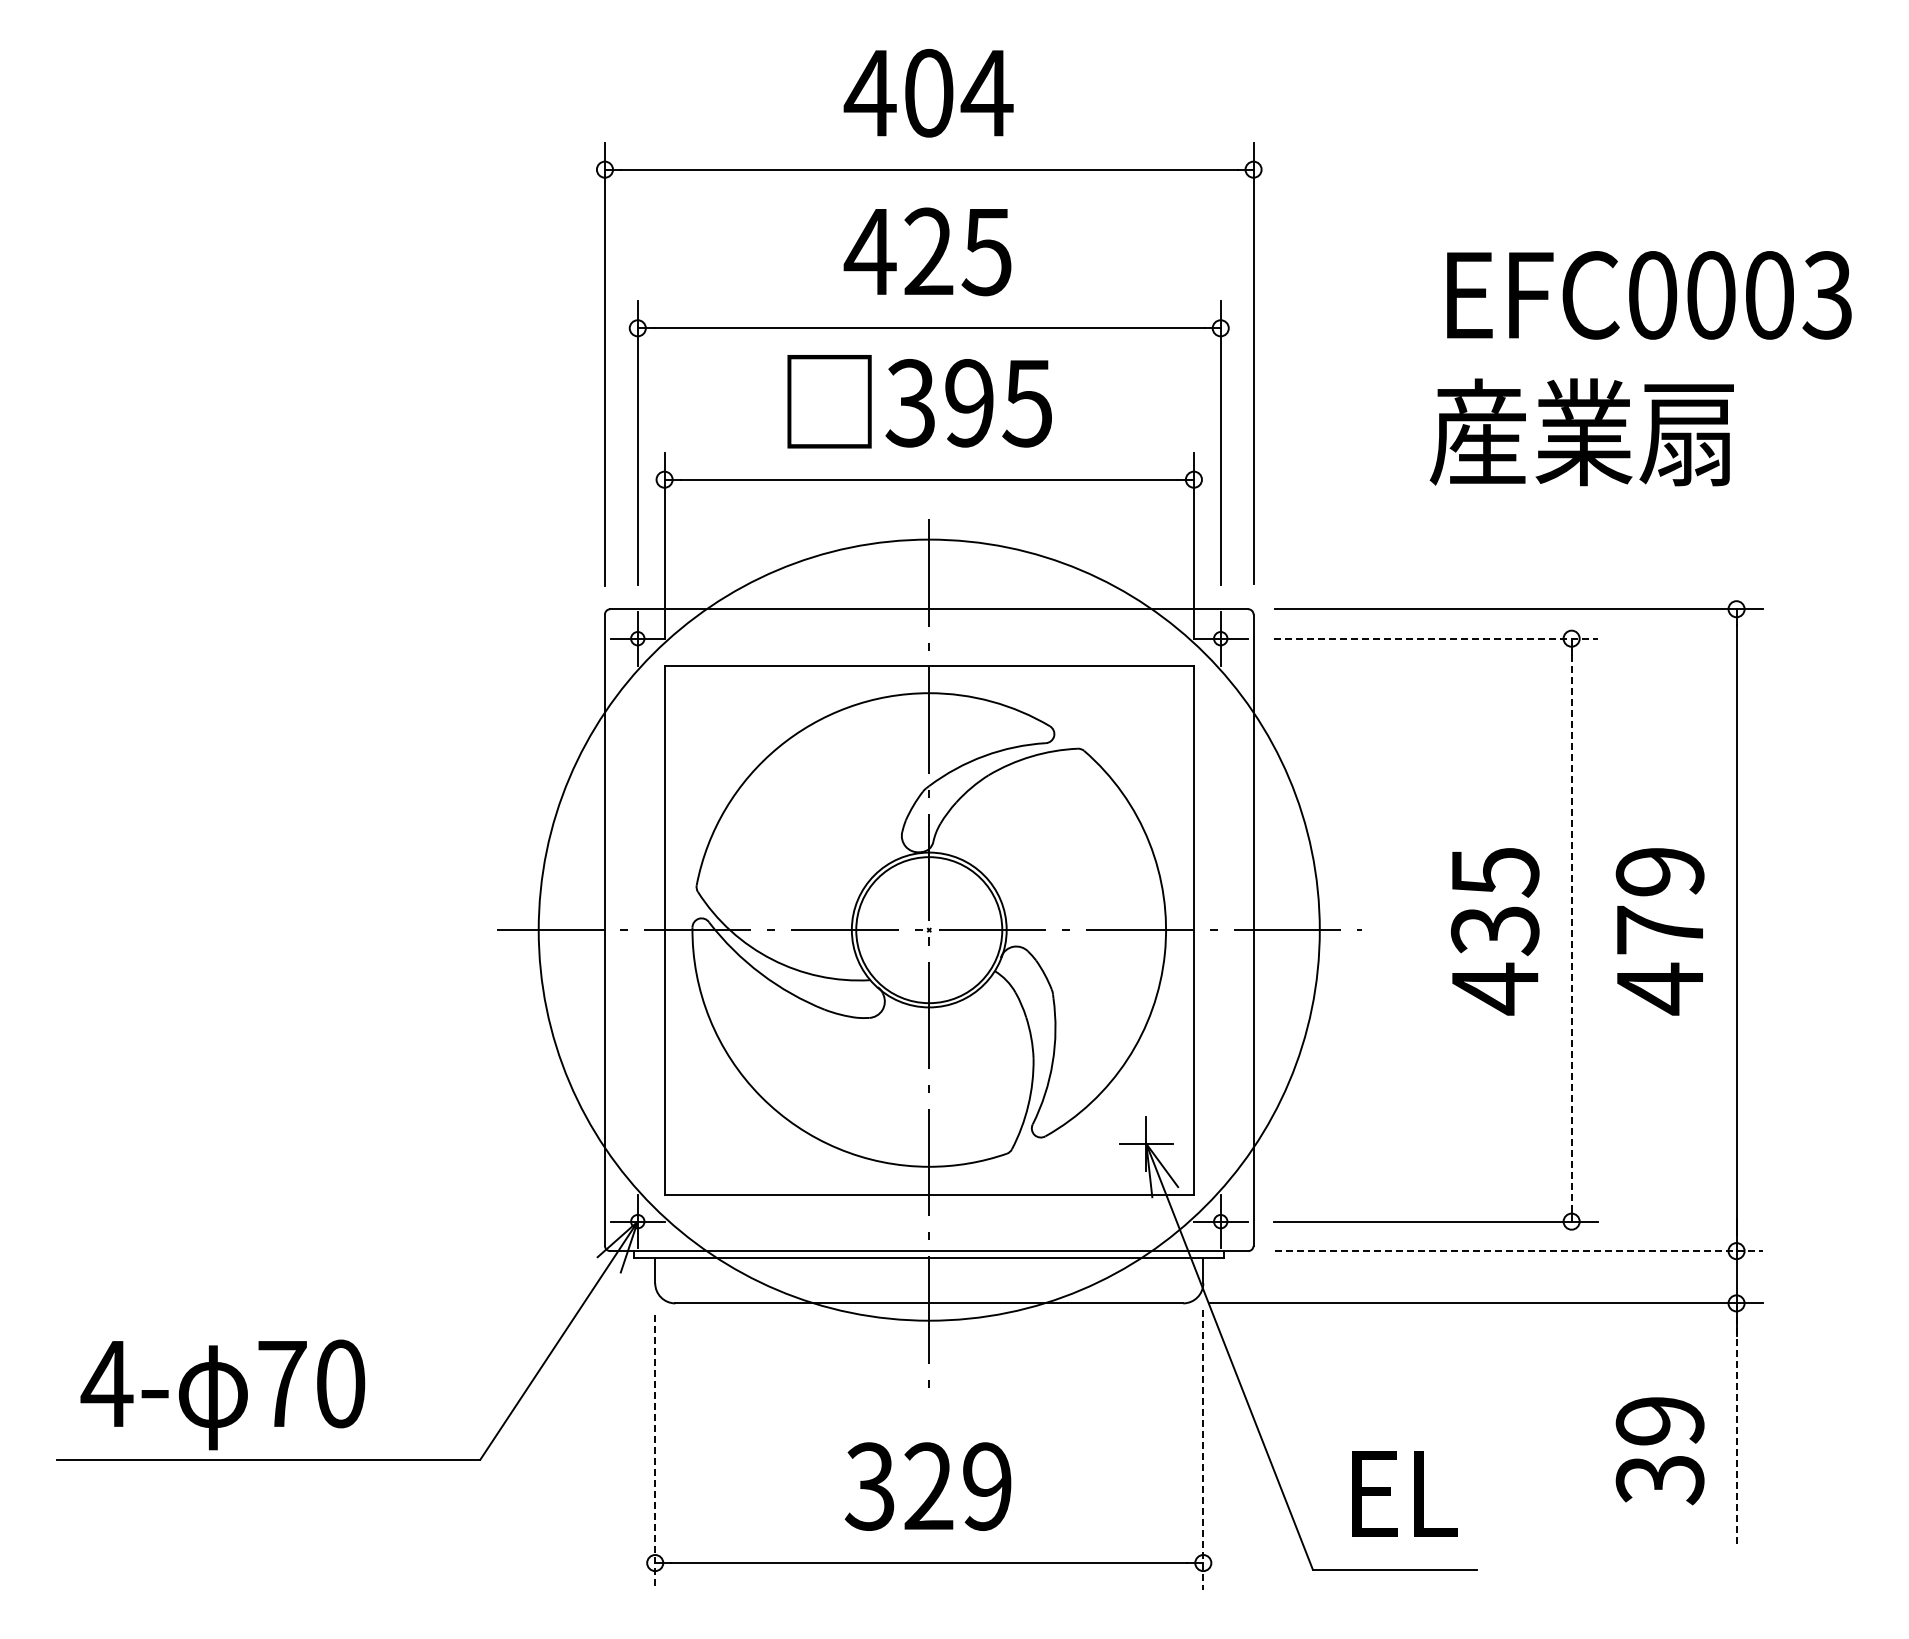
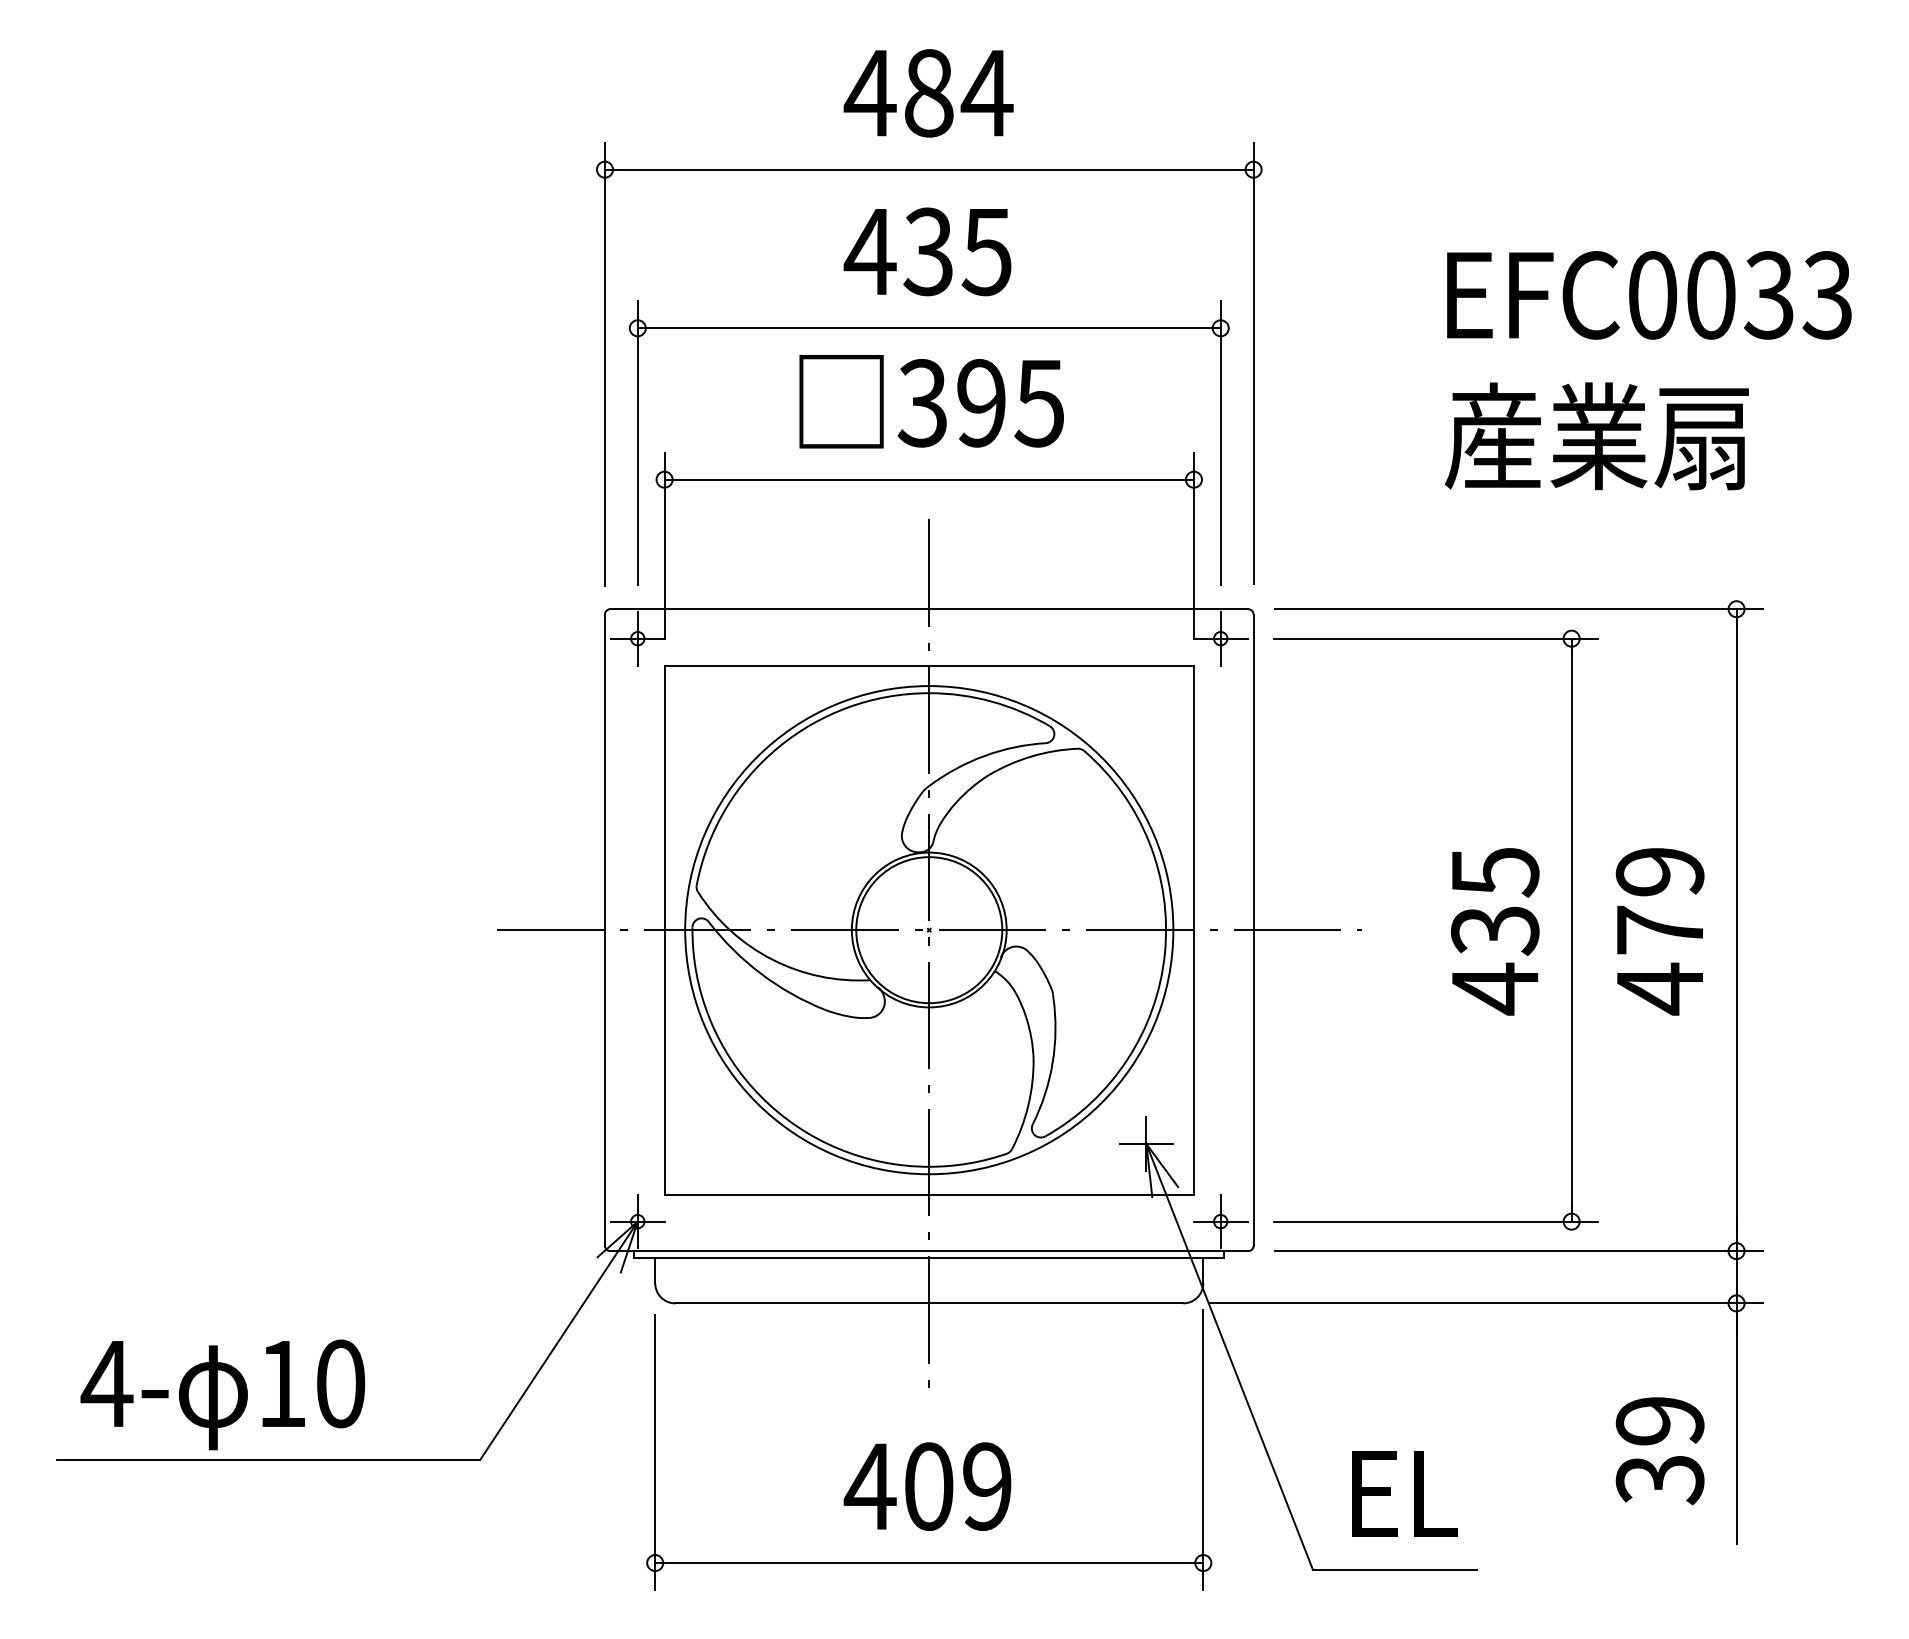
text at (929, 92): 404 -> 484
text at (928, 251): 425 -> 435
text at (1768, 295): EFC0003 -> EFC0033
text at (919, 401) position: (919, 401) -> (931, 401)
text at (1581, 432) position: (1581, 432) -> (1596, 436)
line at (1436, 638): dashed -> solid
circle at (928, 929) diameter: 781 px -> 488 px
line at (1571, 930): dashed -> solid
line at (1519, 1251): dashed -> solid
text at (282, 1383): 70 -> 10
line at (1736, 1423): dashed -> solid
line at (1203, 1449): dashed -> solid
line at (655, 1452): dashed -> solid
text at (898, 1486): 329 -> 409
